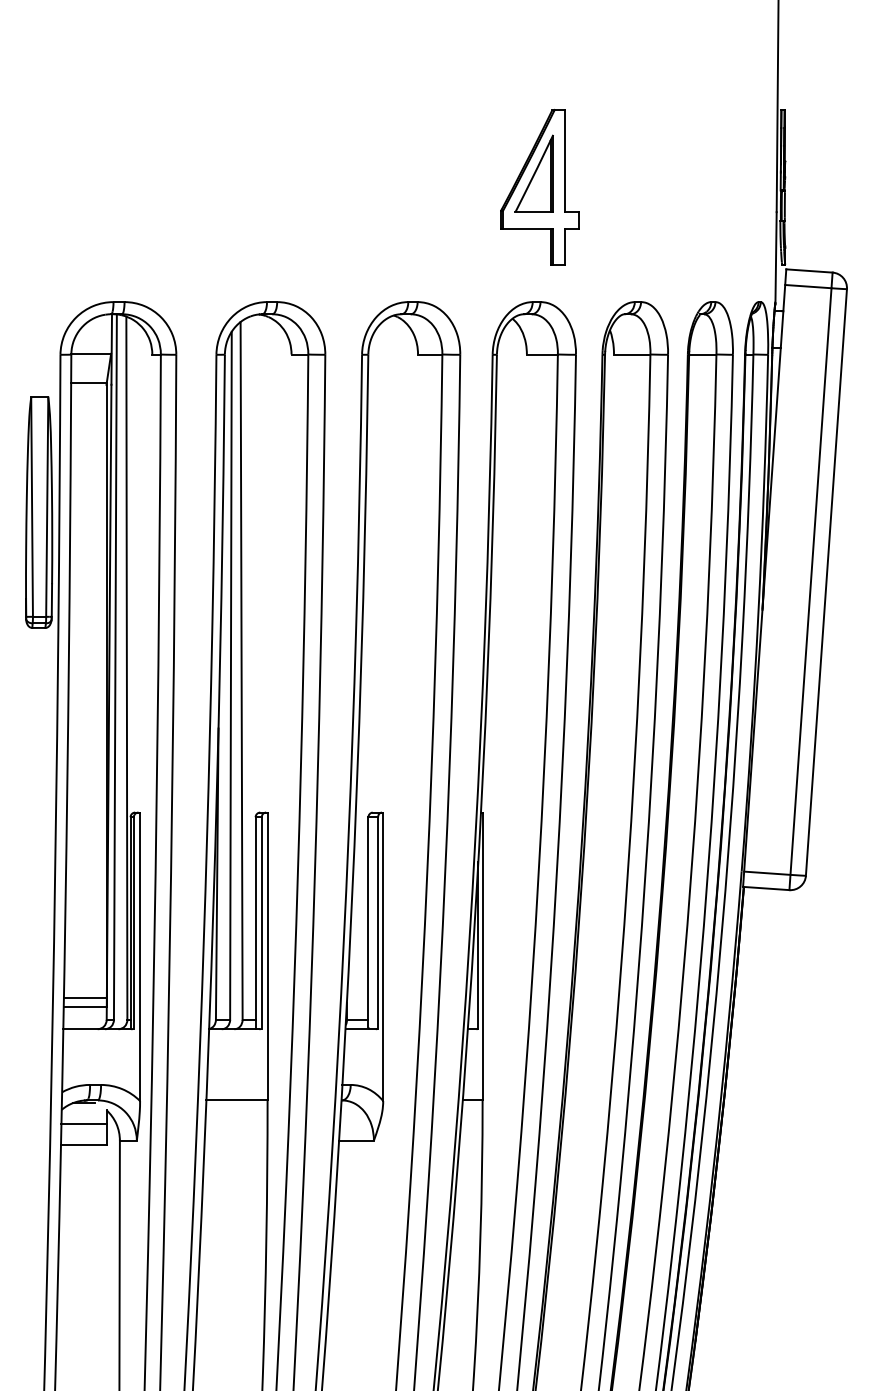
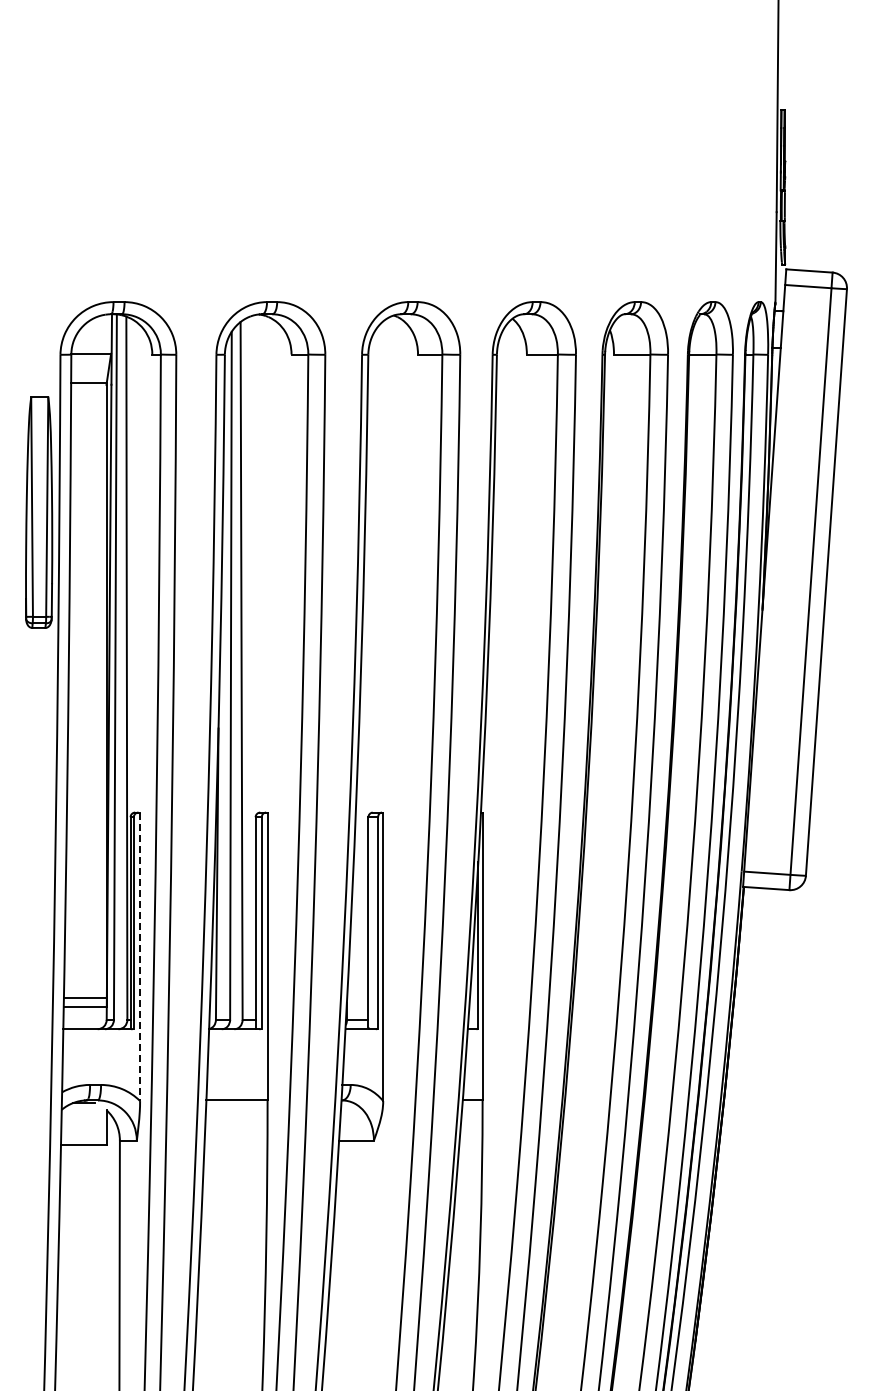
part at (539, 187): present -> none
line at (140, 957): solid -> dashed
line at (83, 1124): present -> none
